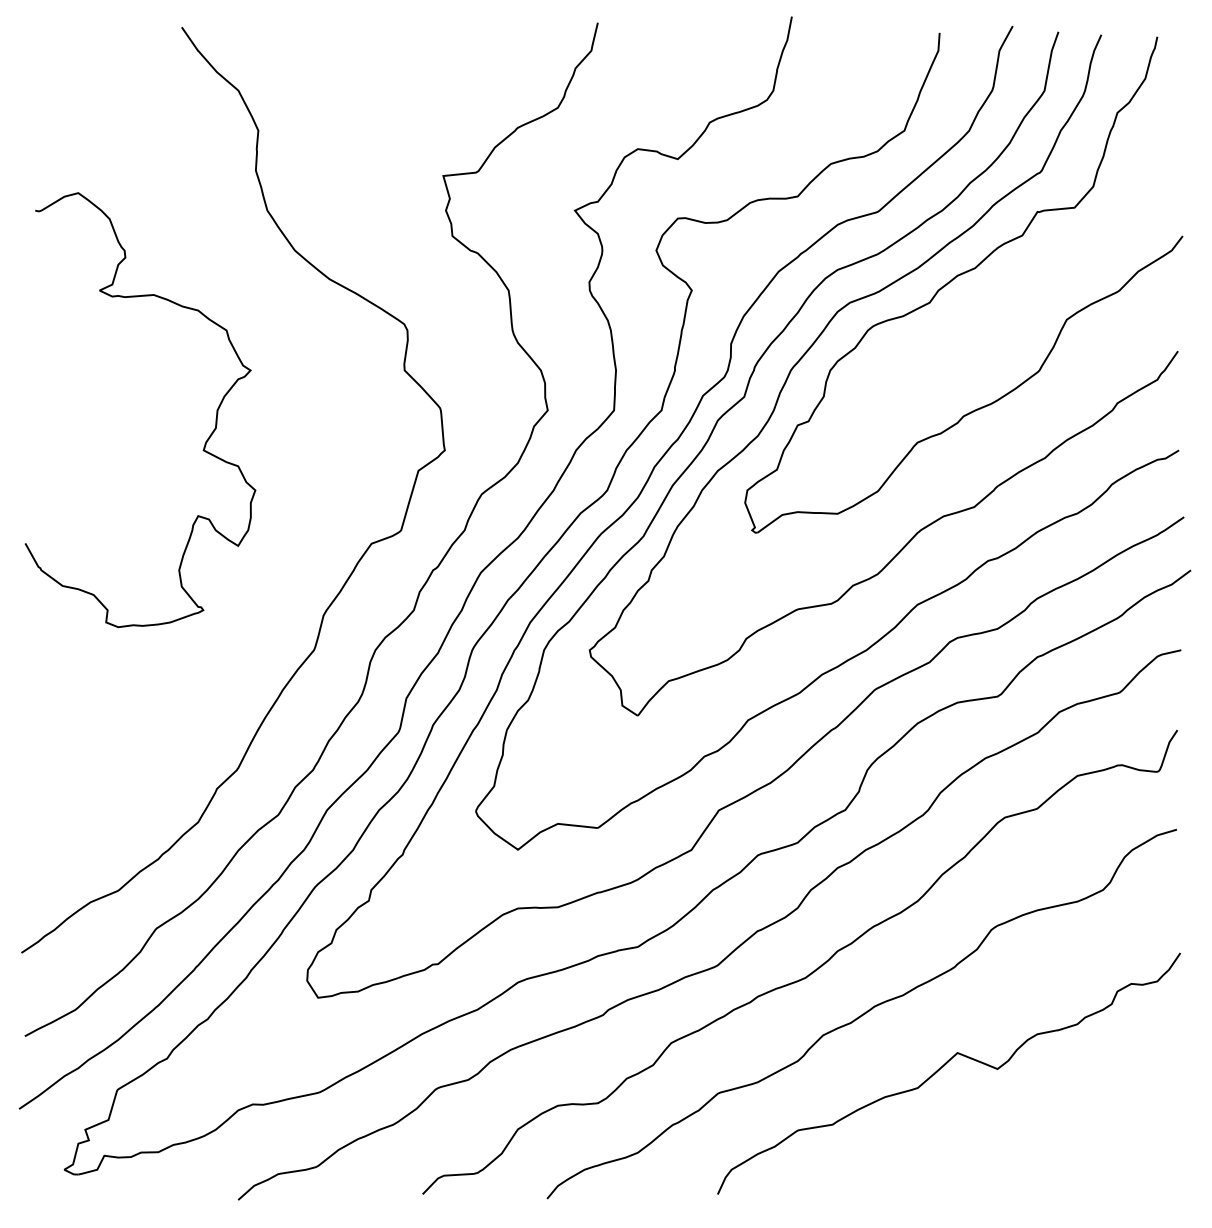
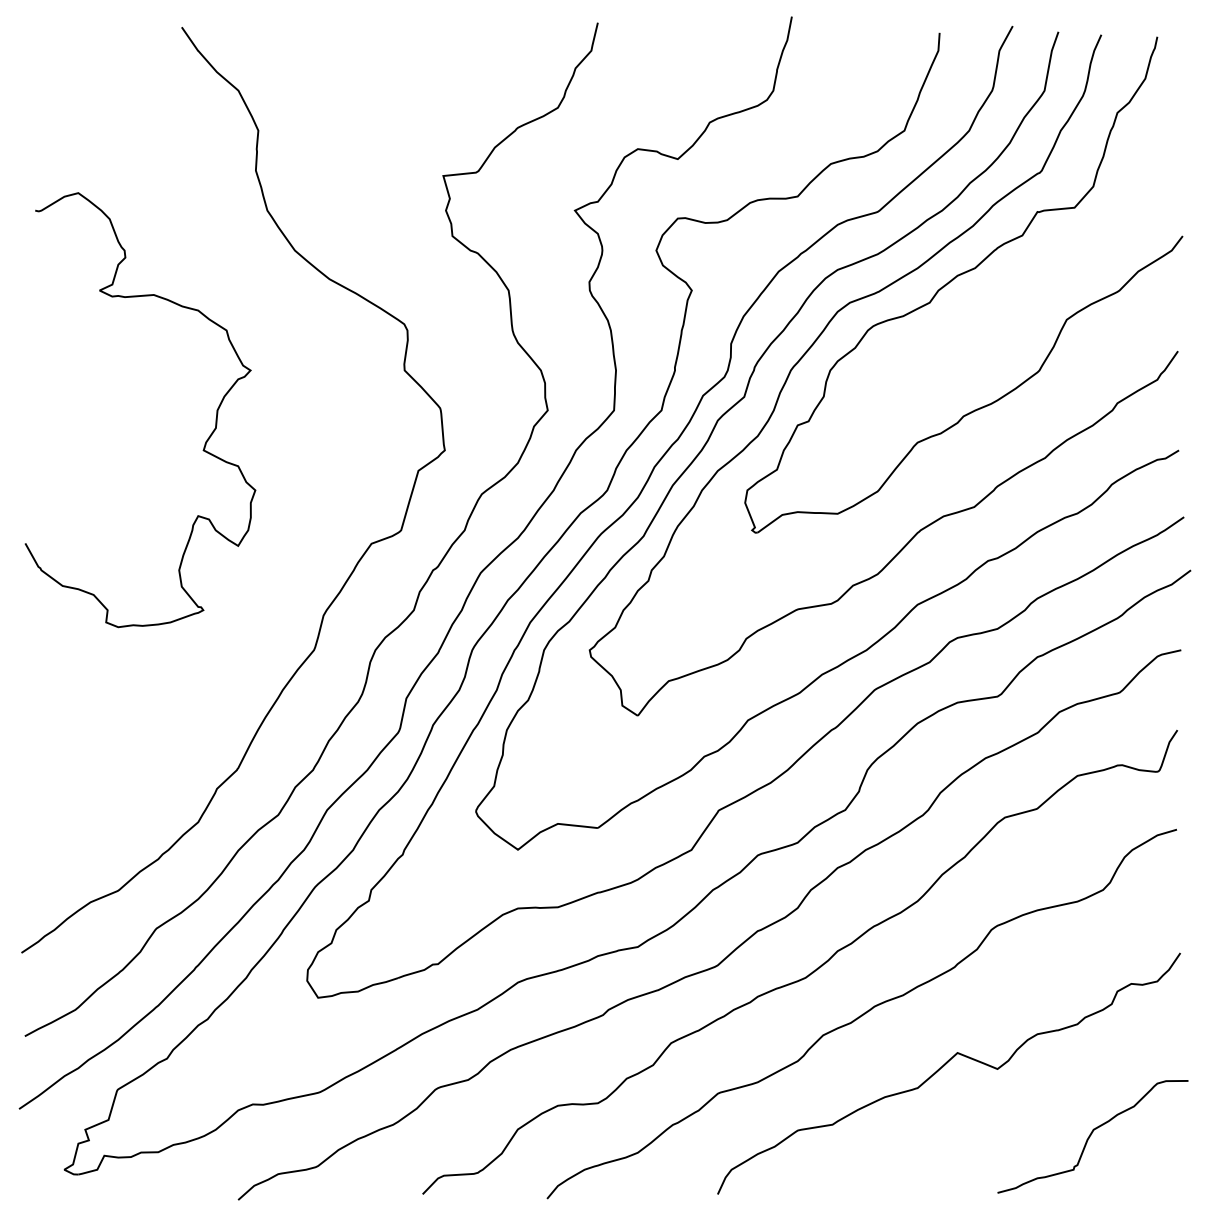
curve at (1091, 1135): none -> present
